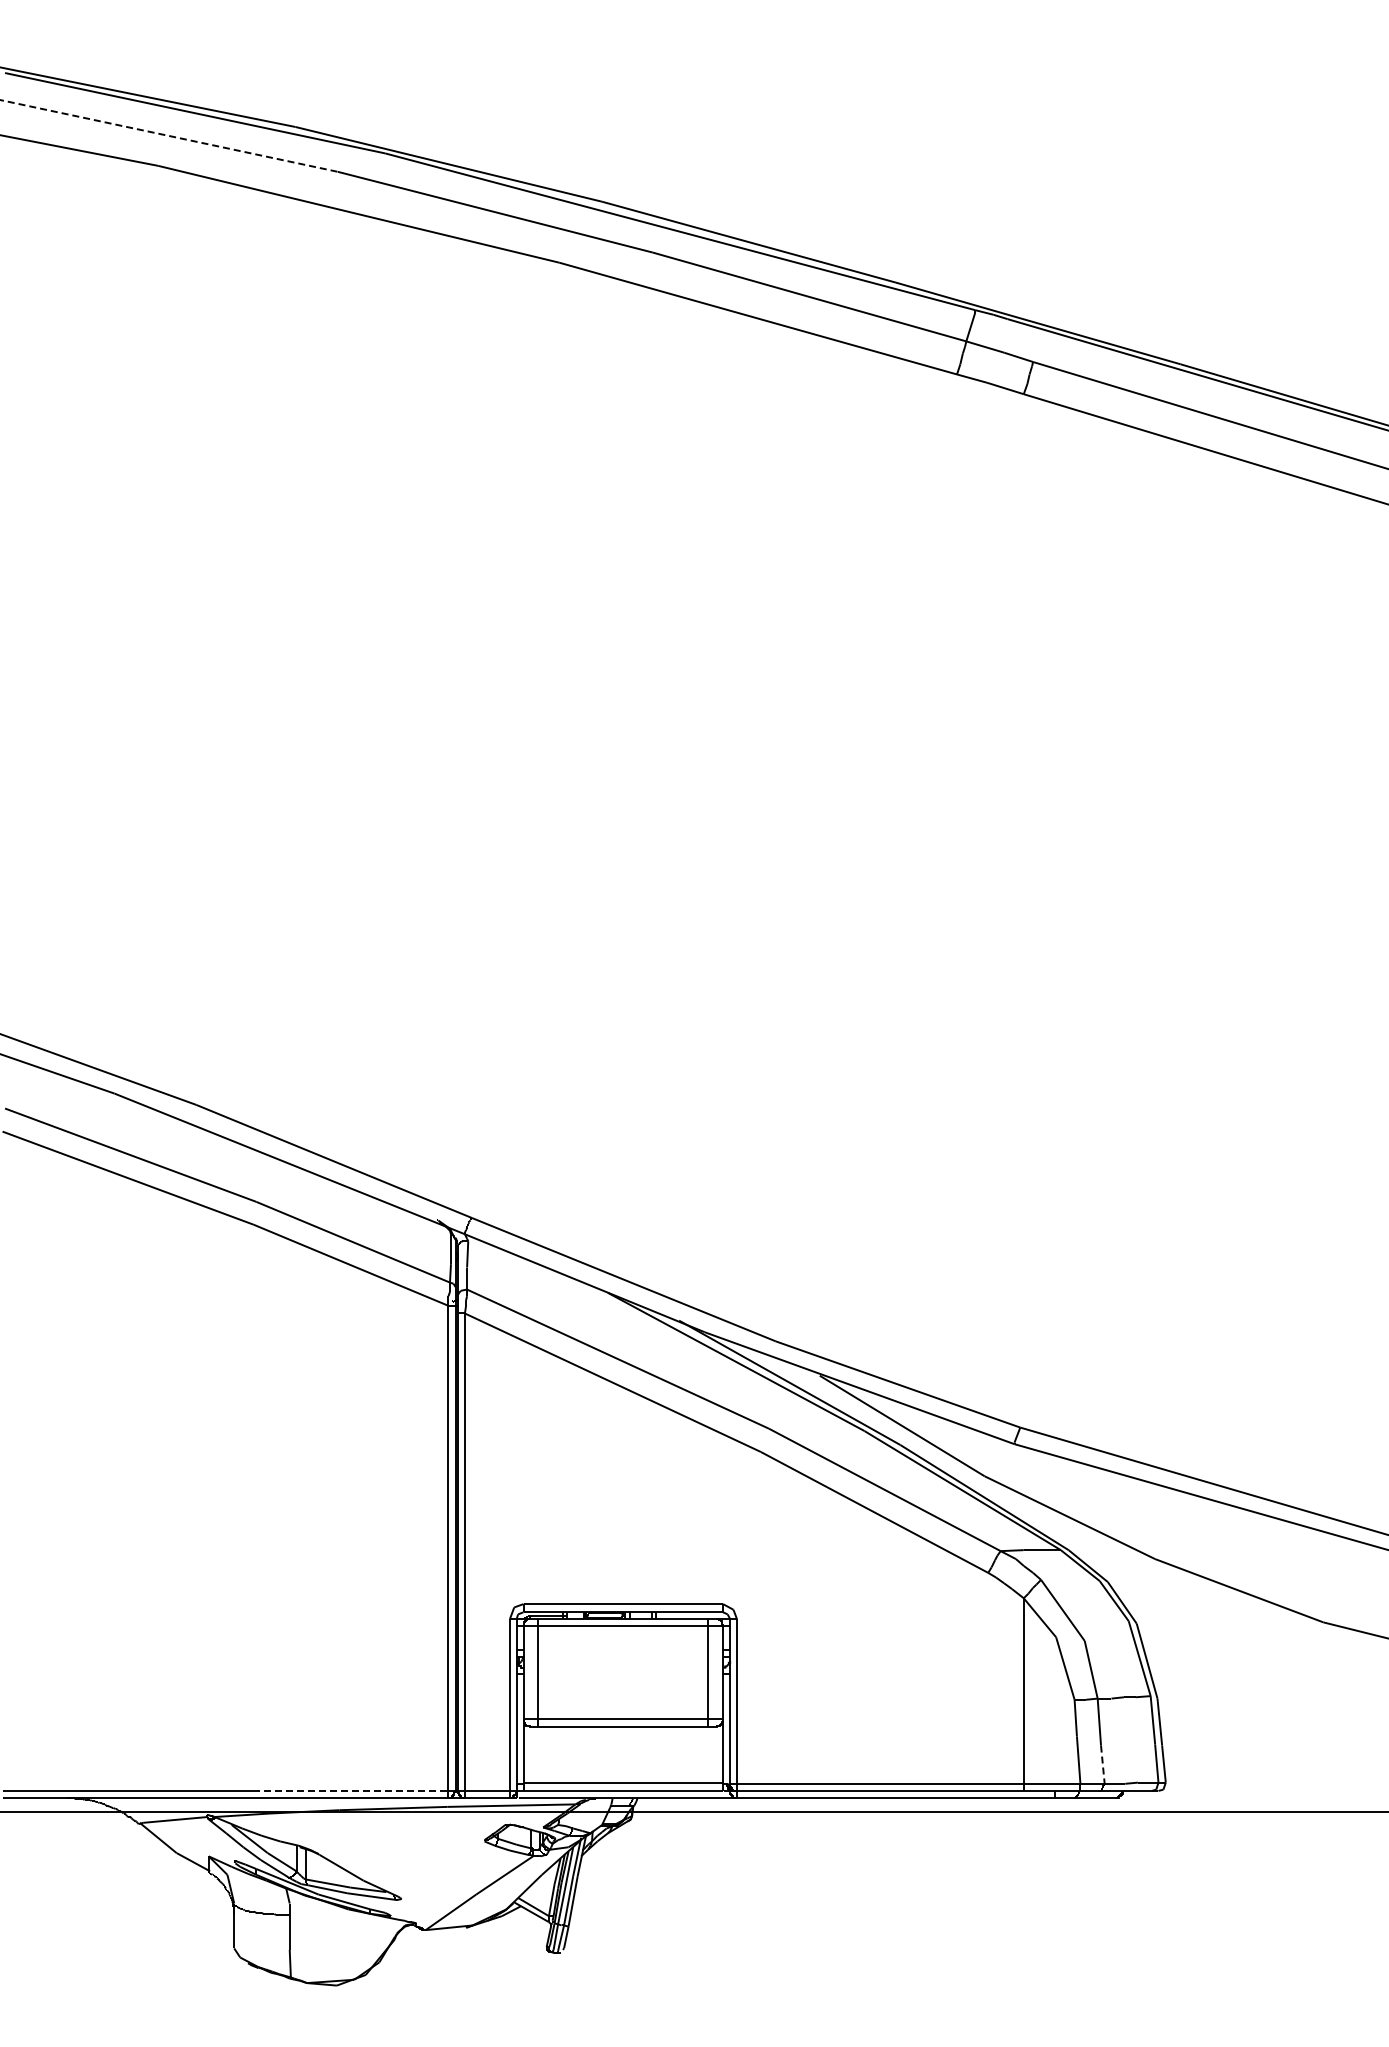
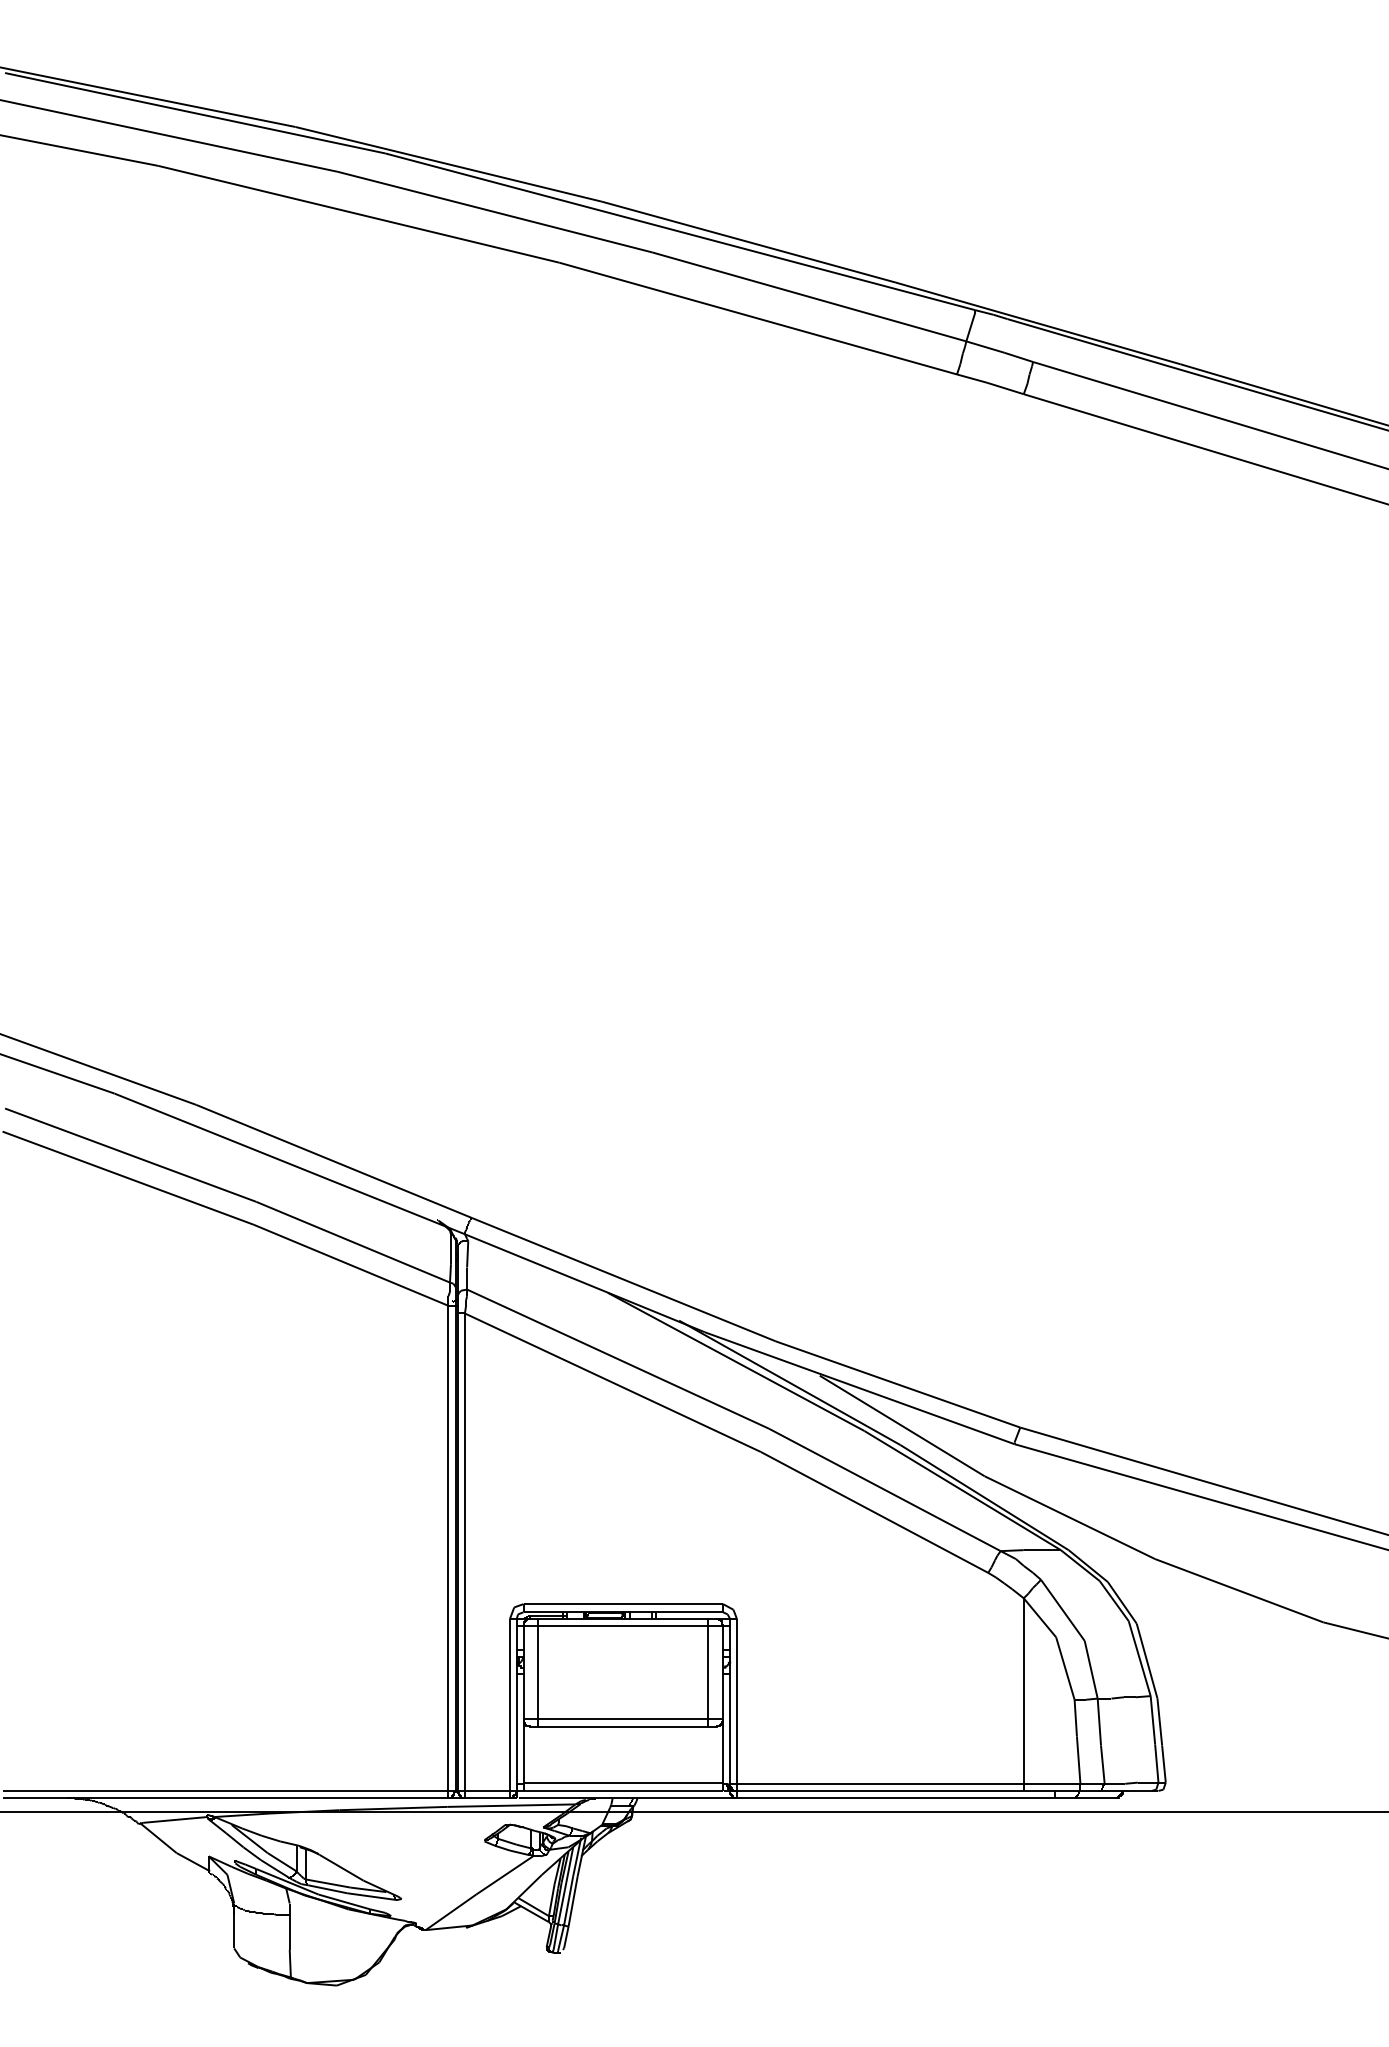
line at (169, 136): dashed -> solid
line at (1102, 1765): dashed -> solid
line at (350, 1790): dashed -> solid
